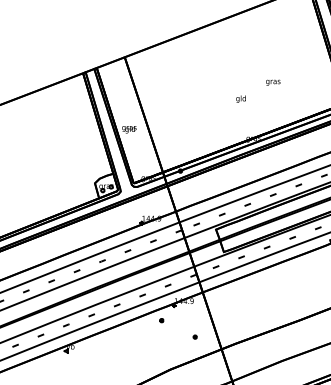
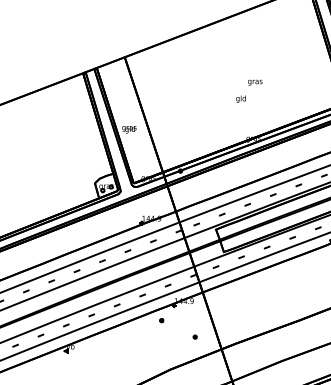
text at (273, 82) position: (273, 82) -> (255, 82)
